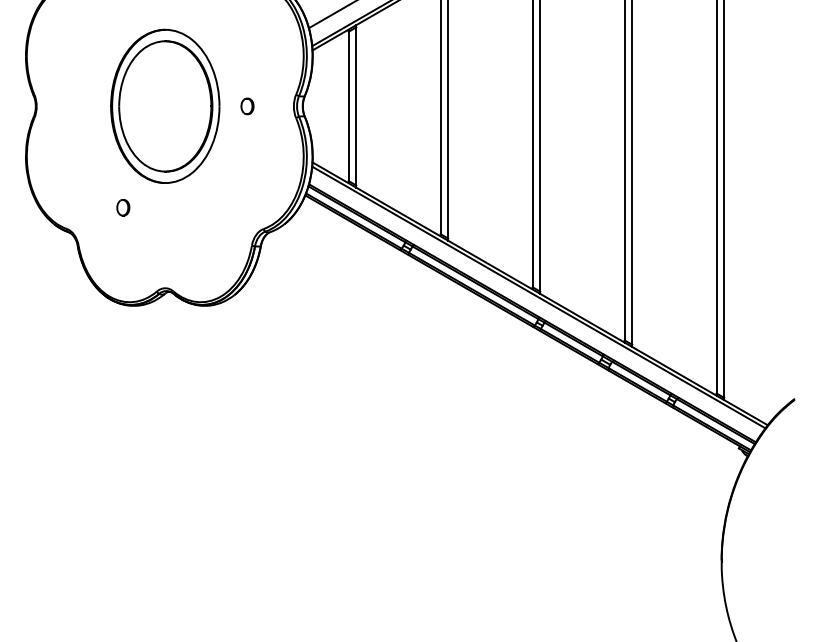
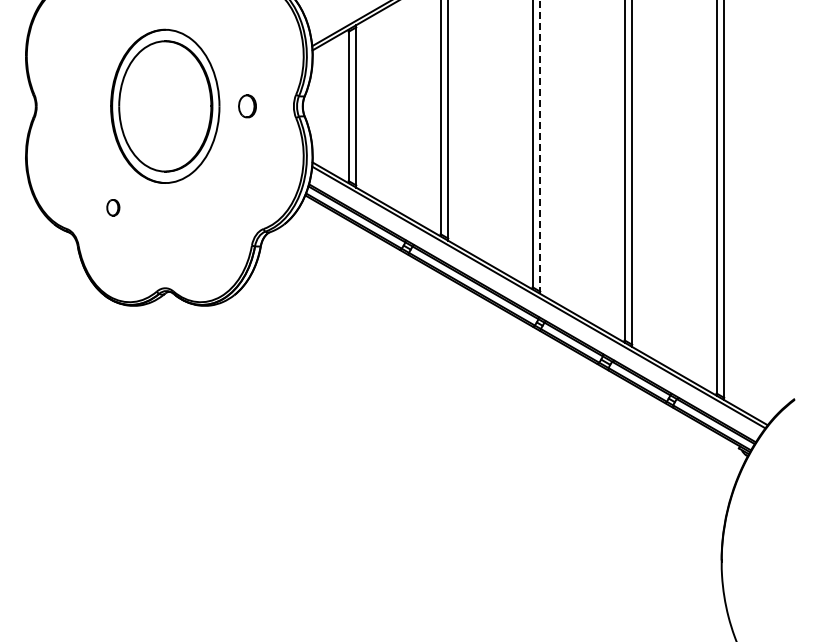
line at (331, 15): present -> none
part at (247, 106) size: 15x19 px -> 19x25 px
line at (540, 146): solid -> dashed
part at (123, 207) position: (123, 207) -> (113, 207)
